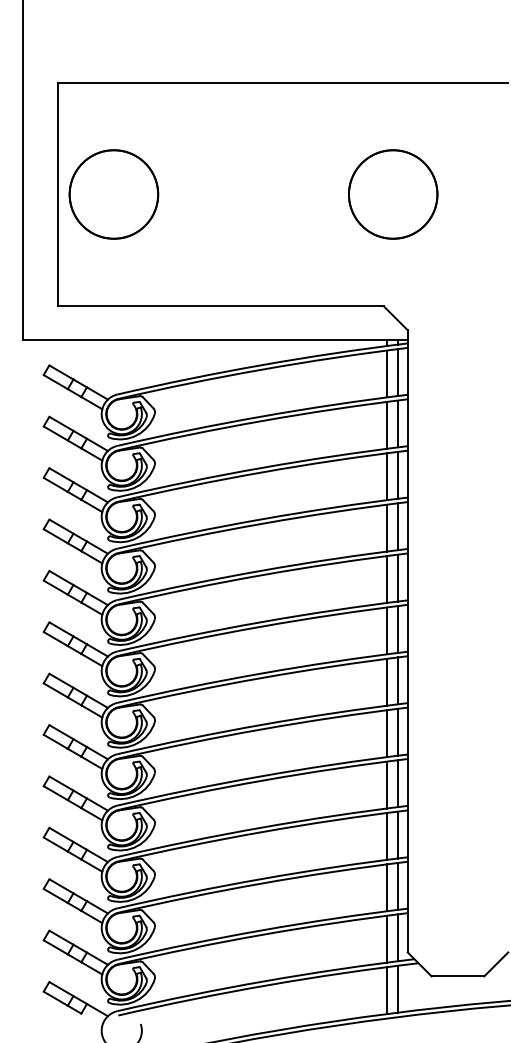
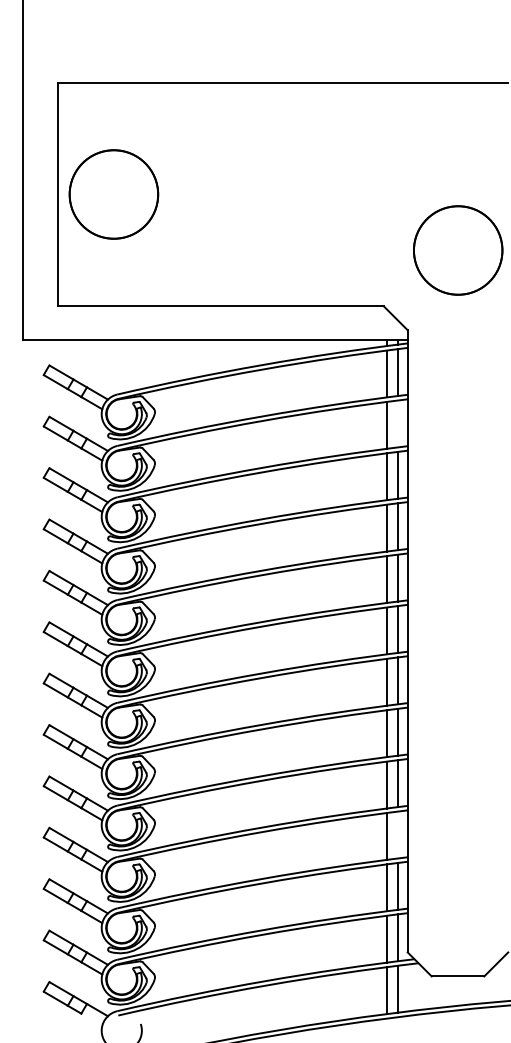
circle at (393, 194) position: (393, 194) -> (458, 250)
line at (397, 423): present -> none
line at (397, 834): present -> none
